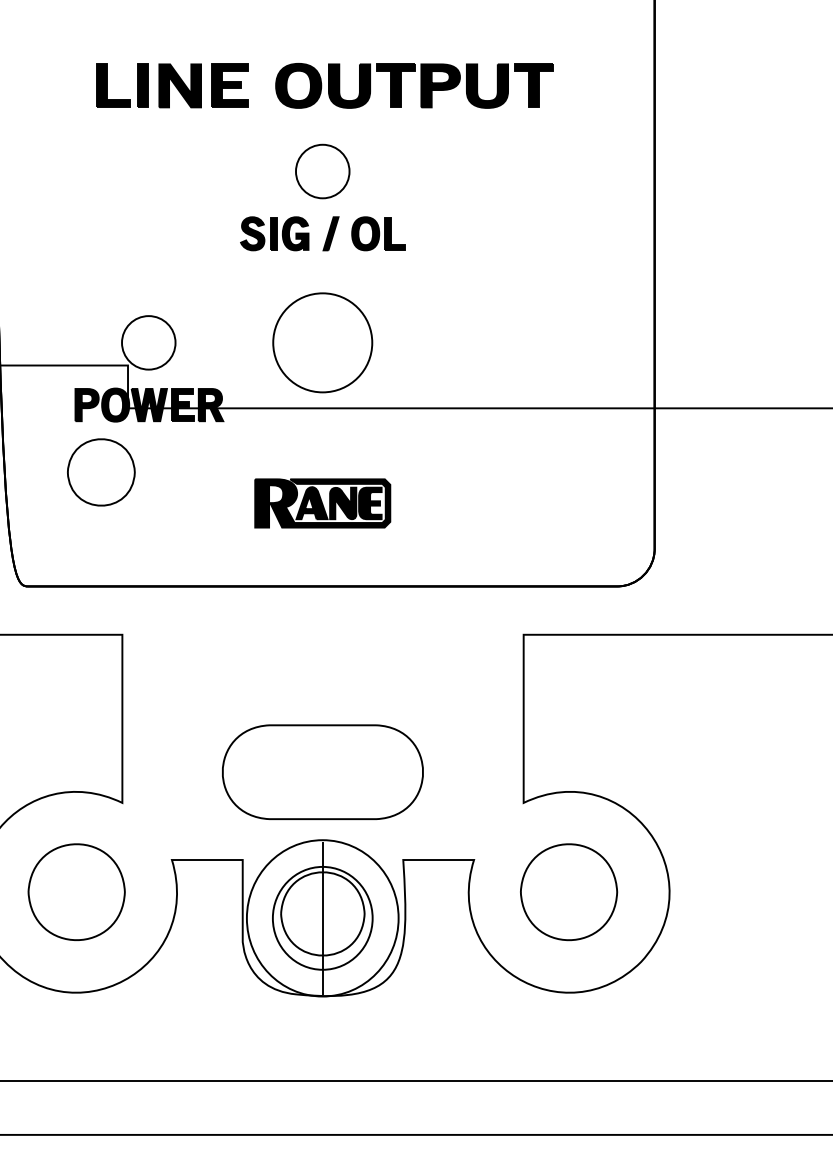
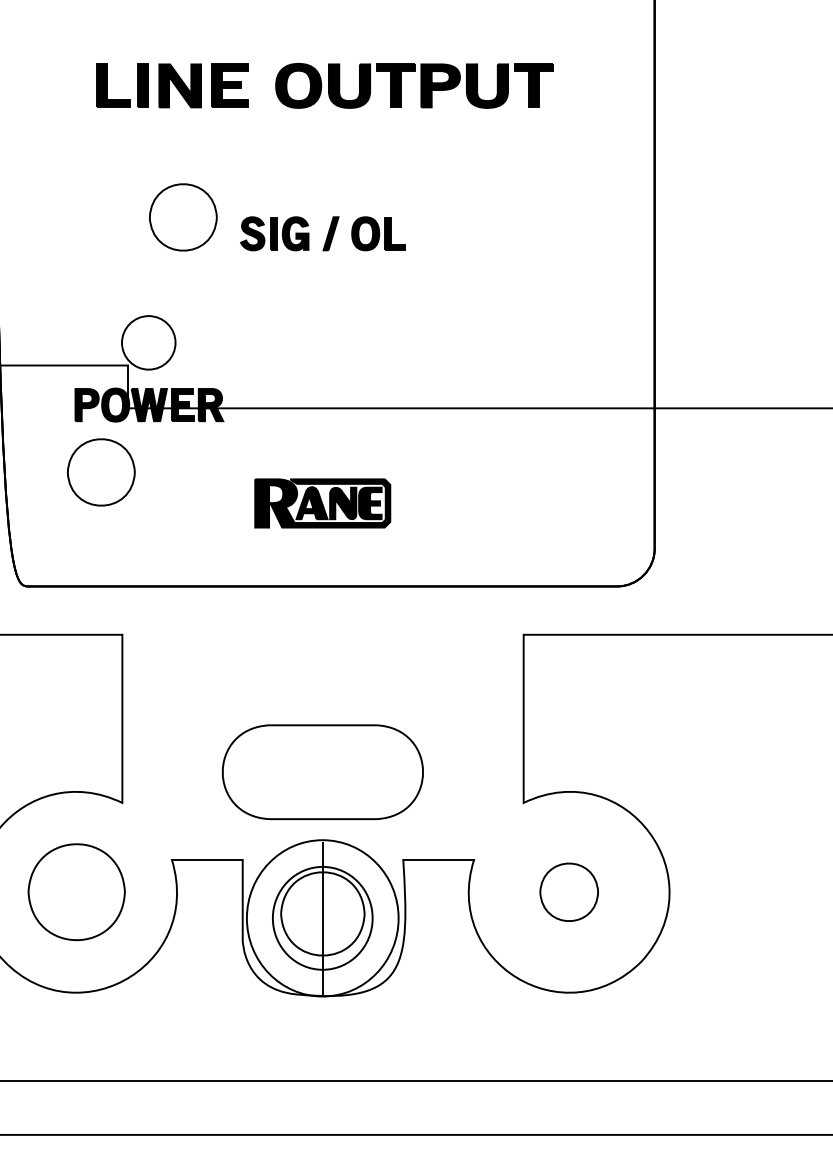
part at (322, 171): present -> none
part at (183, 217): none -> present
part at (322, 342): present -> none
part at (569, 892) size: 99x99 px -> 60x60 px
